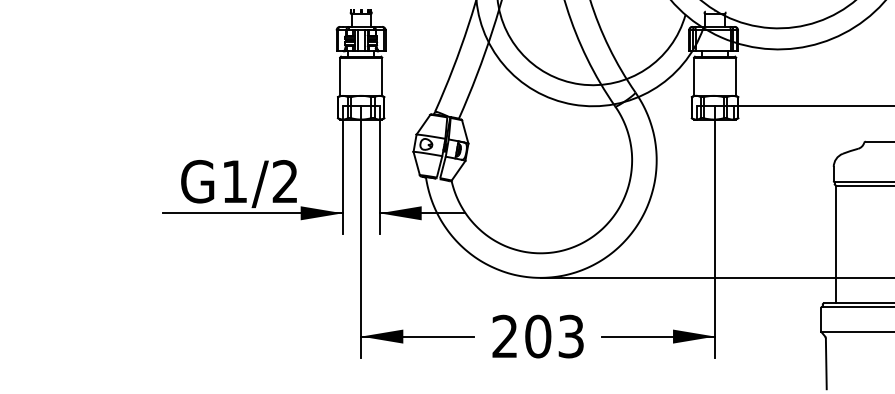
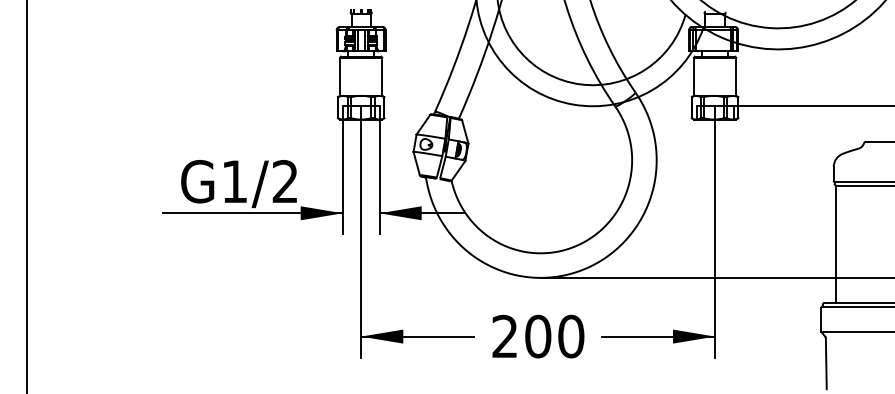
line at (26, 196): none -> present
text at (571, 336): 203 -> 200
